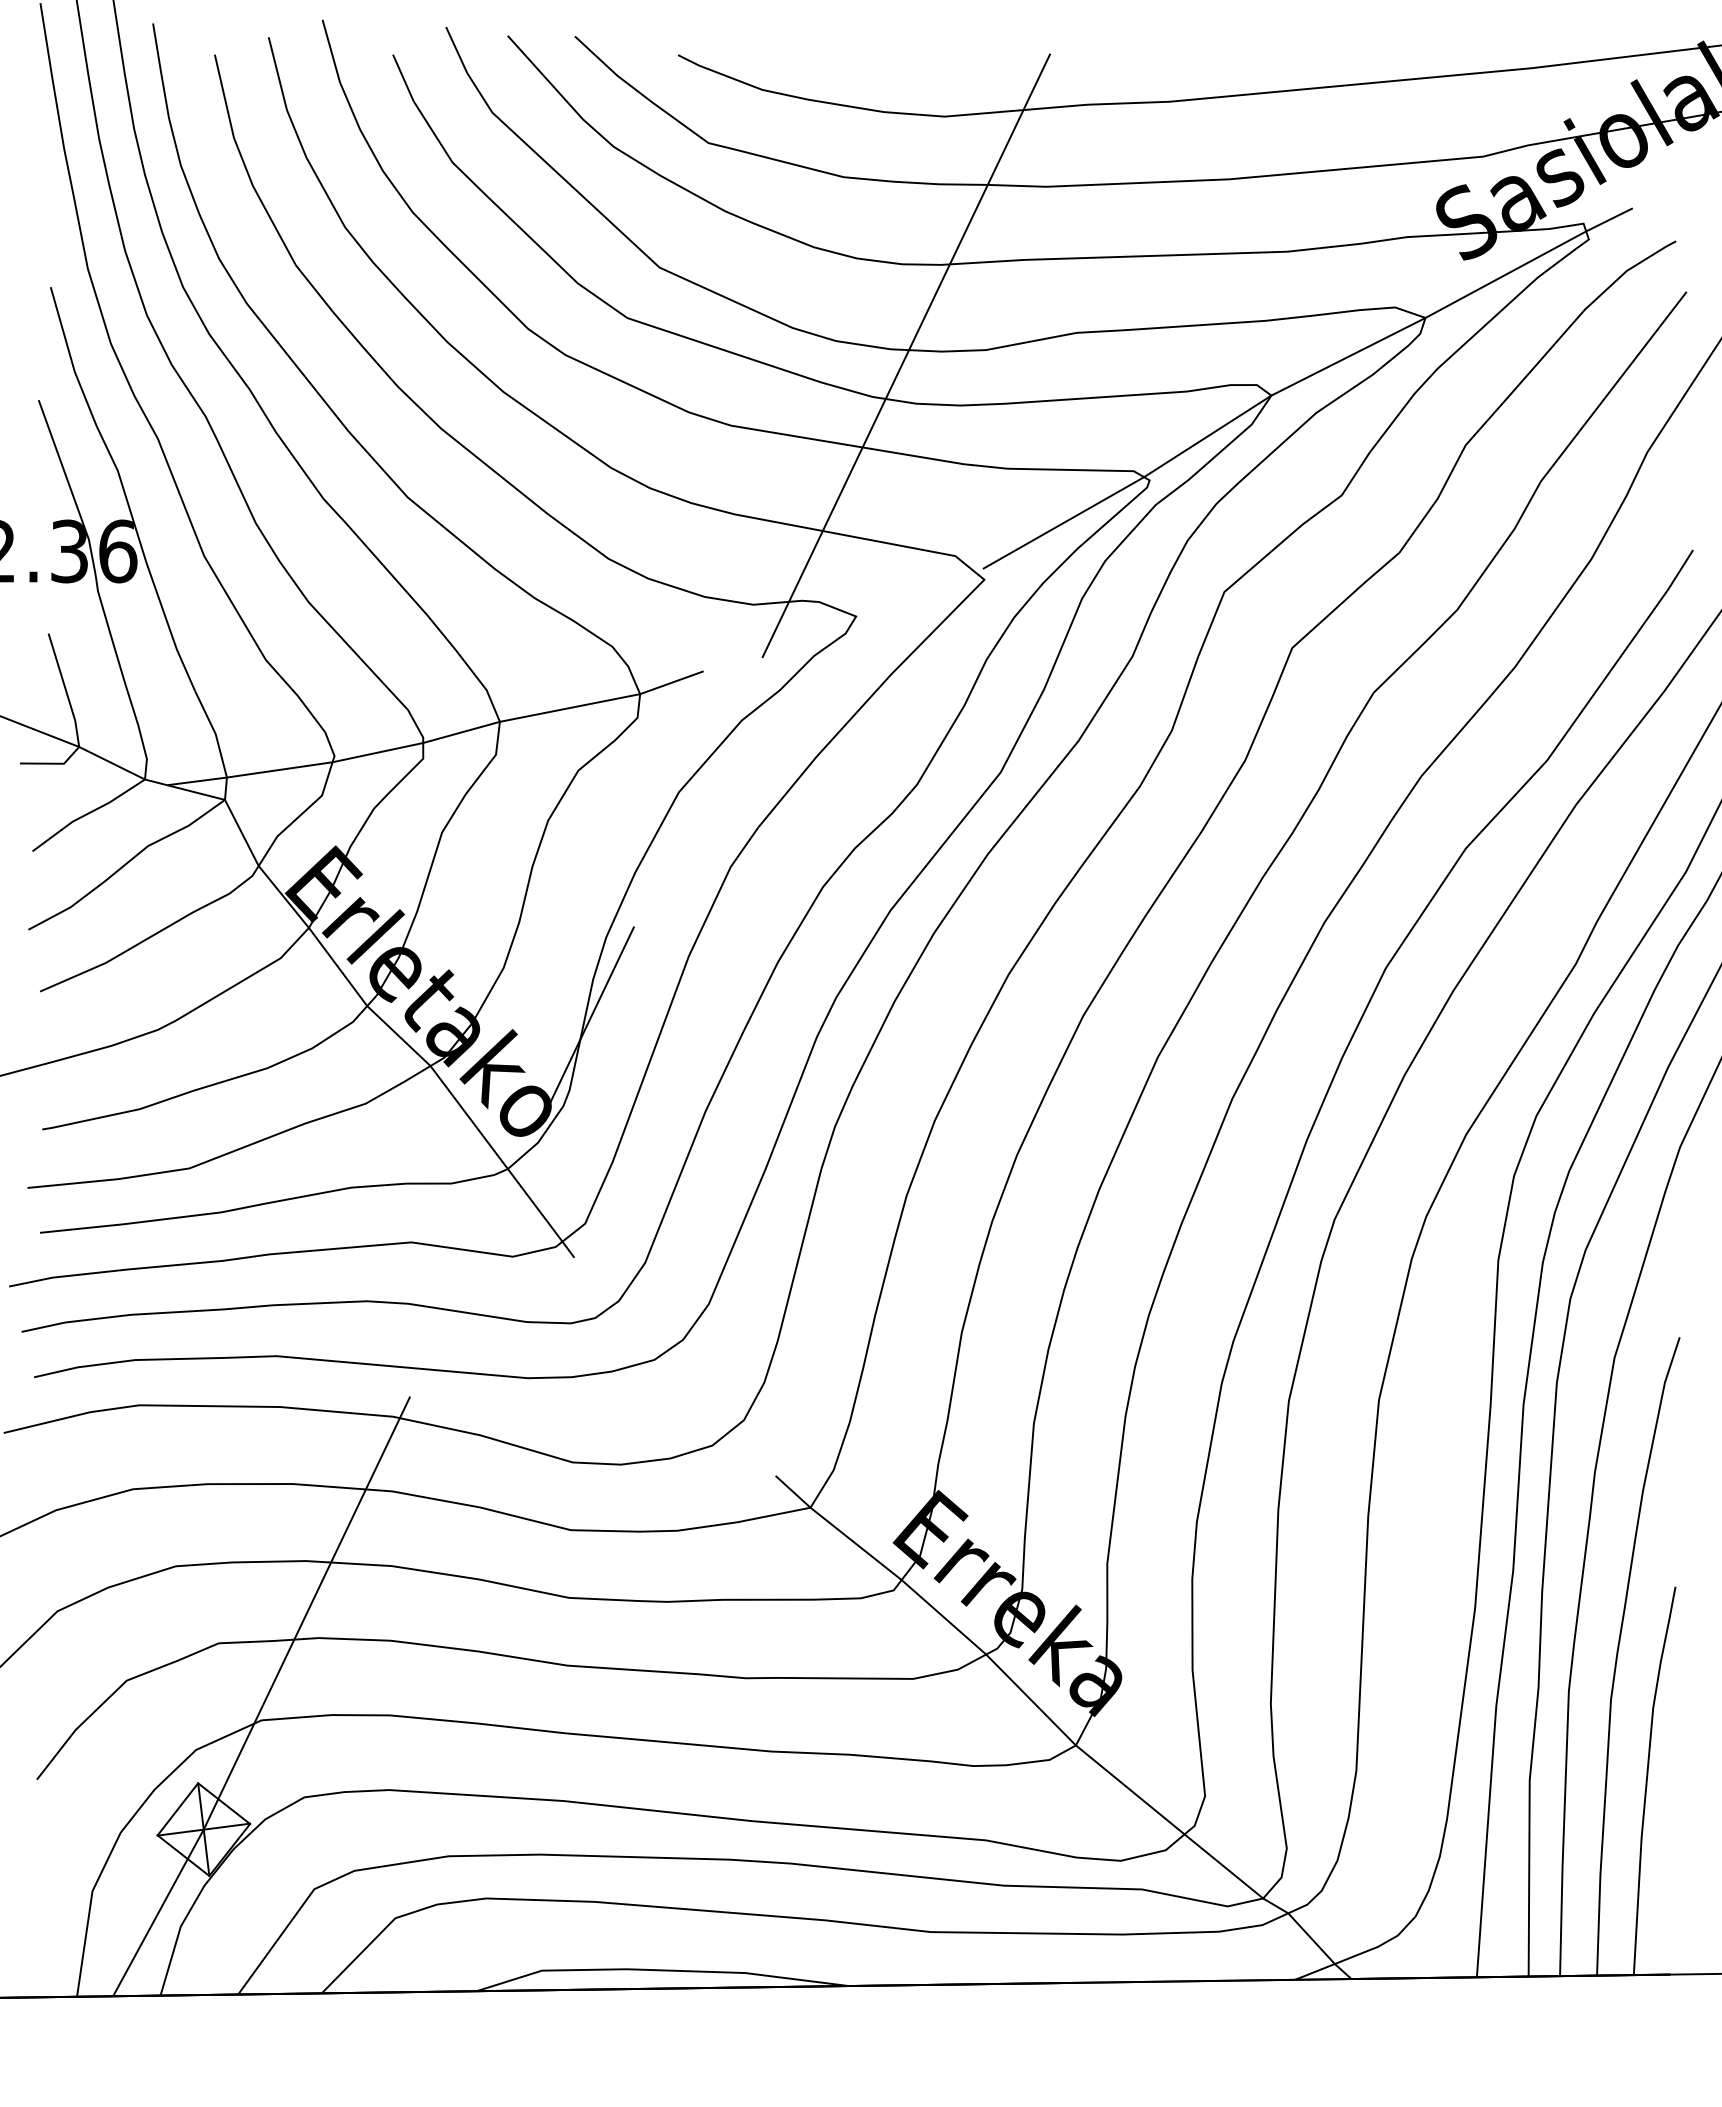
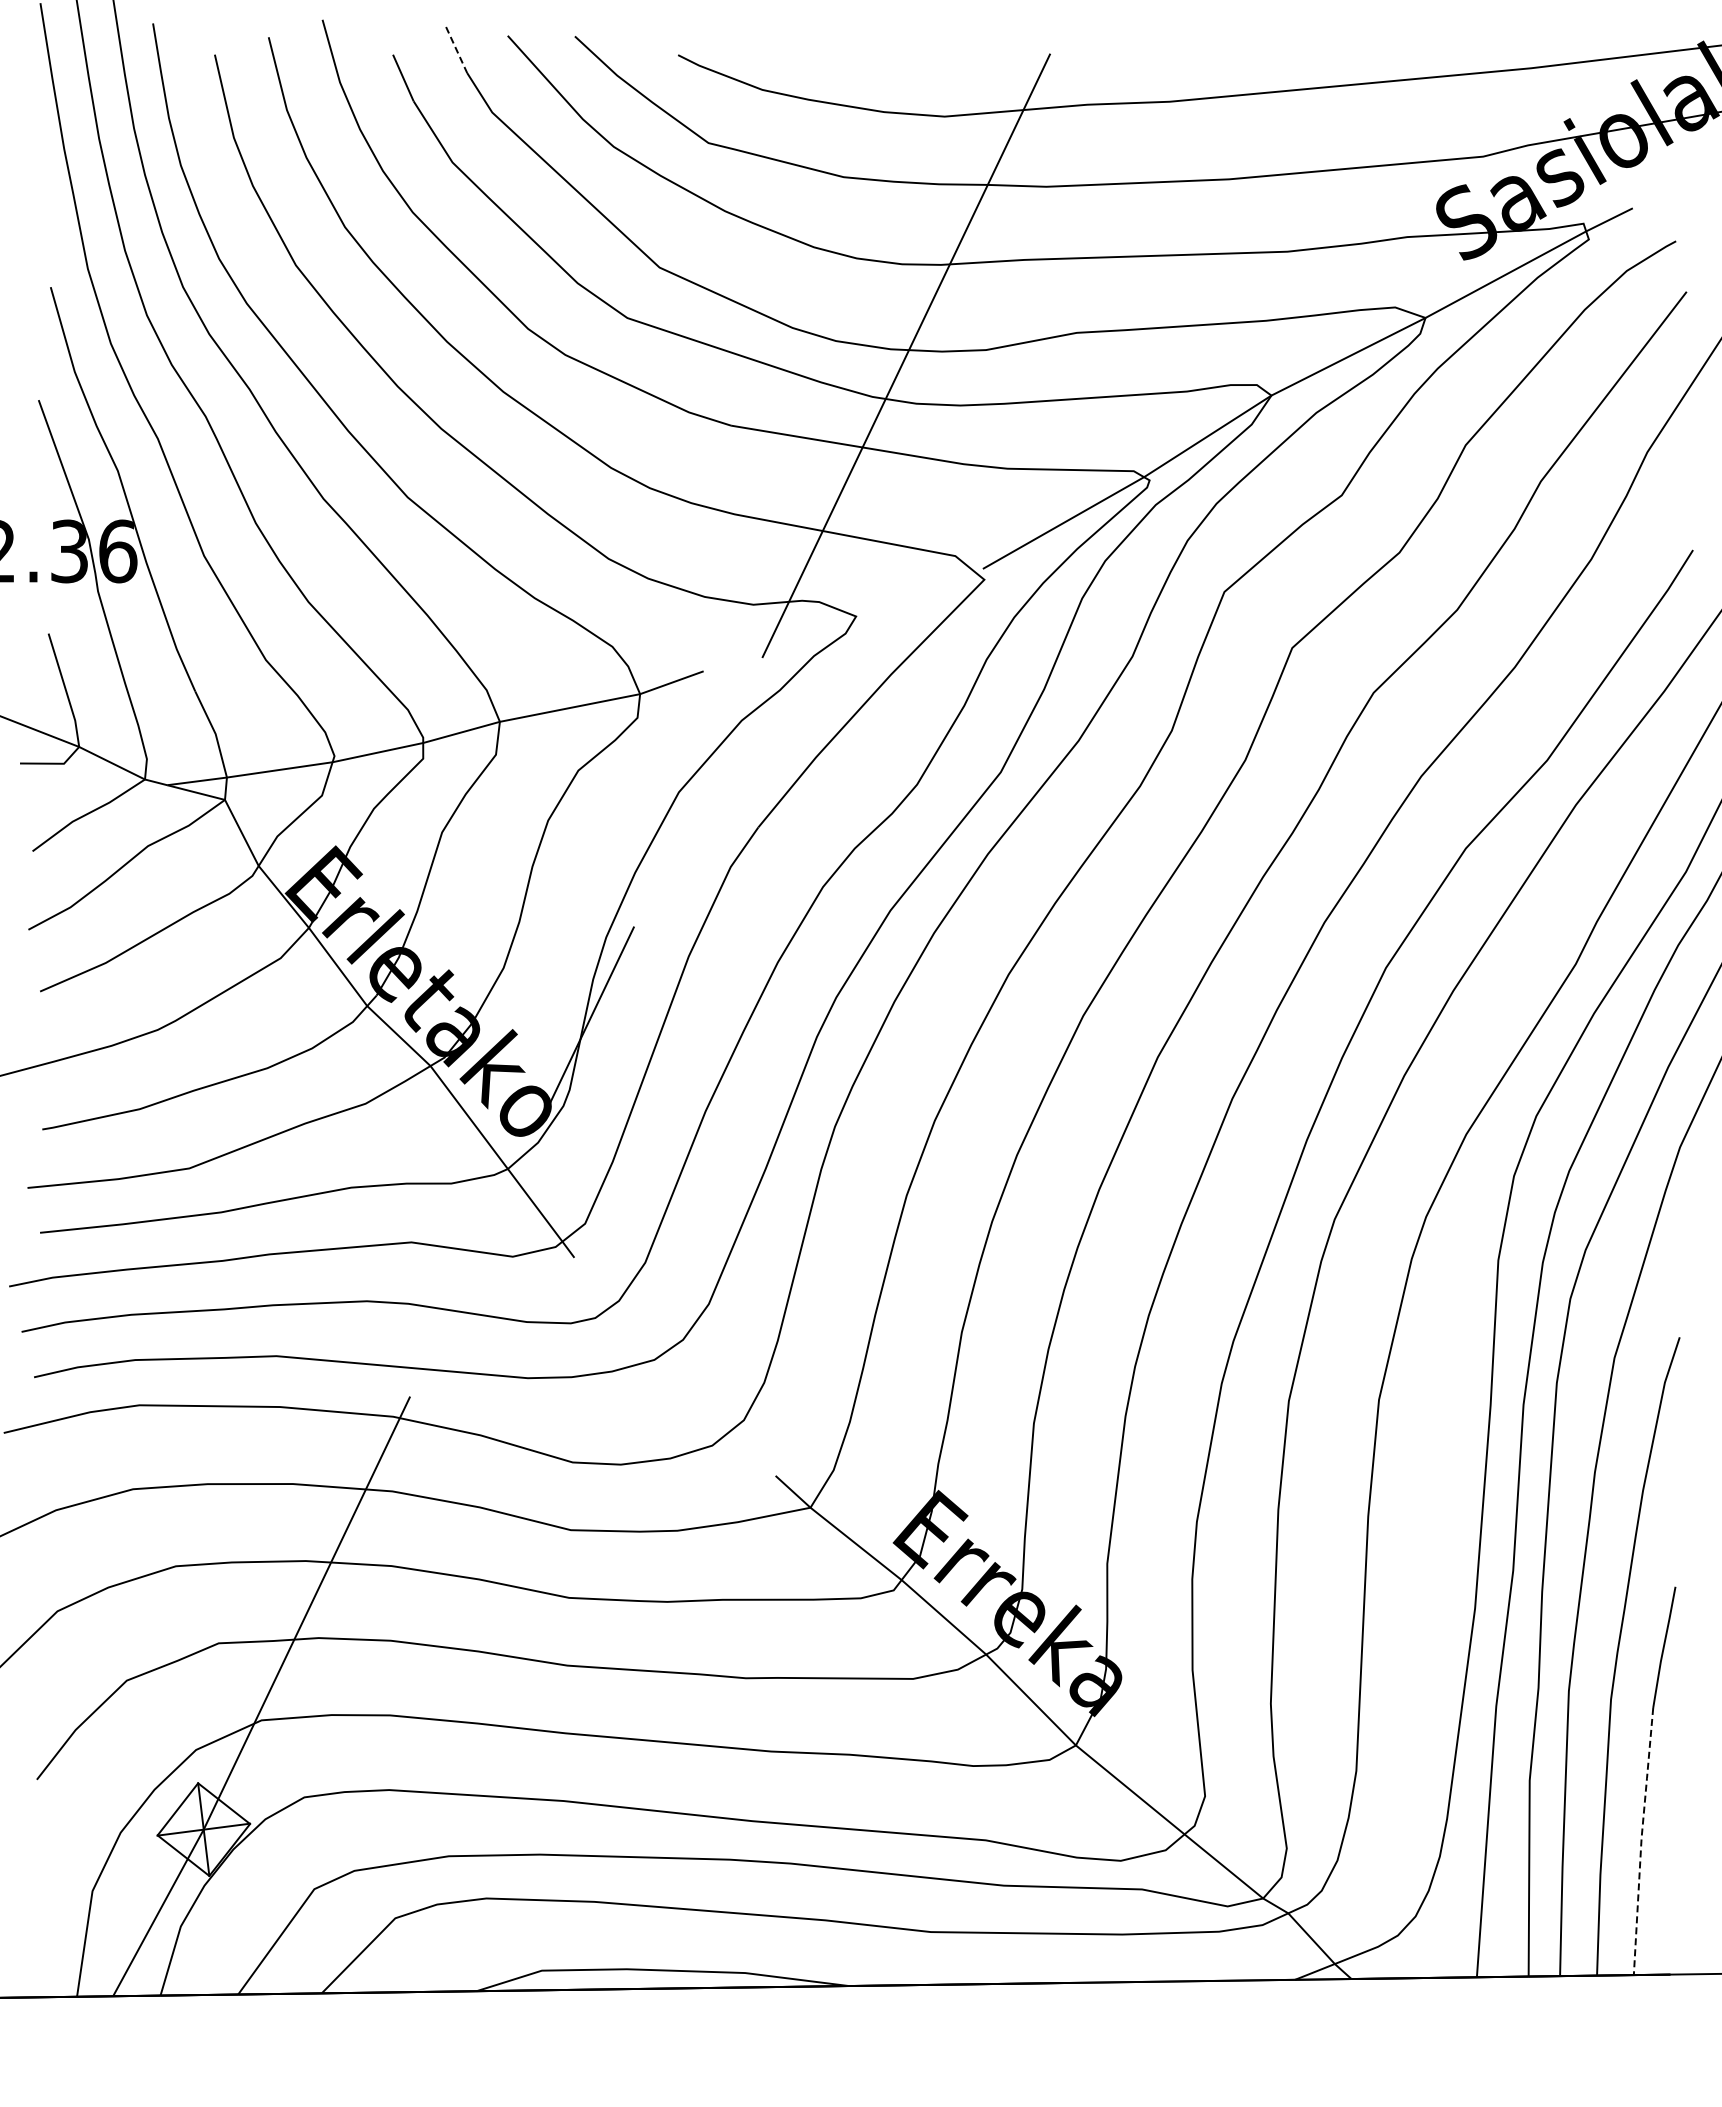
line at (456, 50): solid -> dashed
line at (1641, 1840): solid -> dashed
